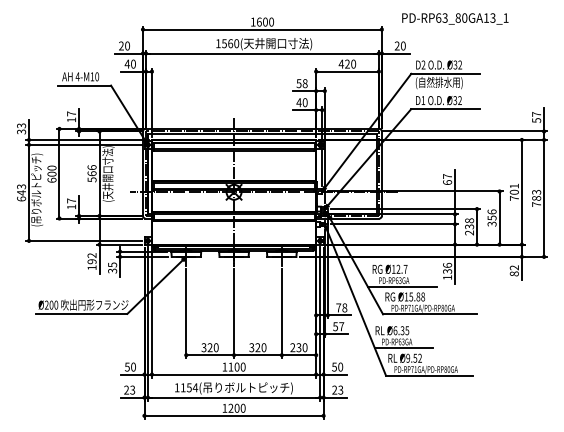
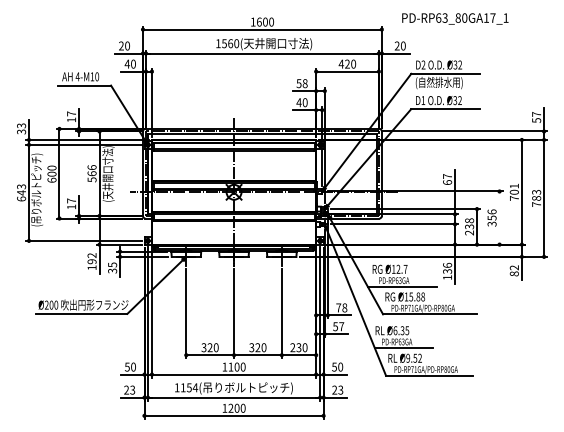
text at (492, 17): PD-RP63_80GA13_1 -> PD-RP63_80GA17_1
line at (499, 217): present -> none
